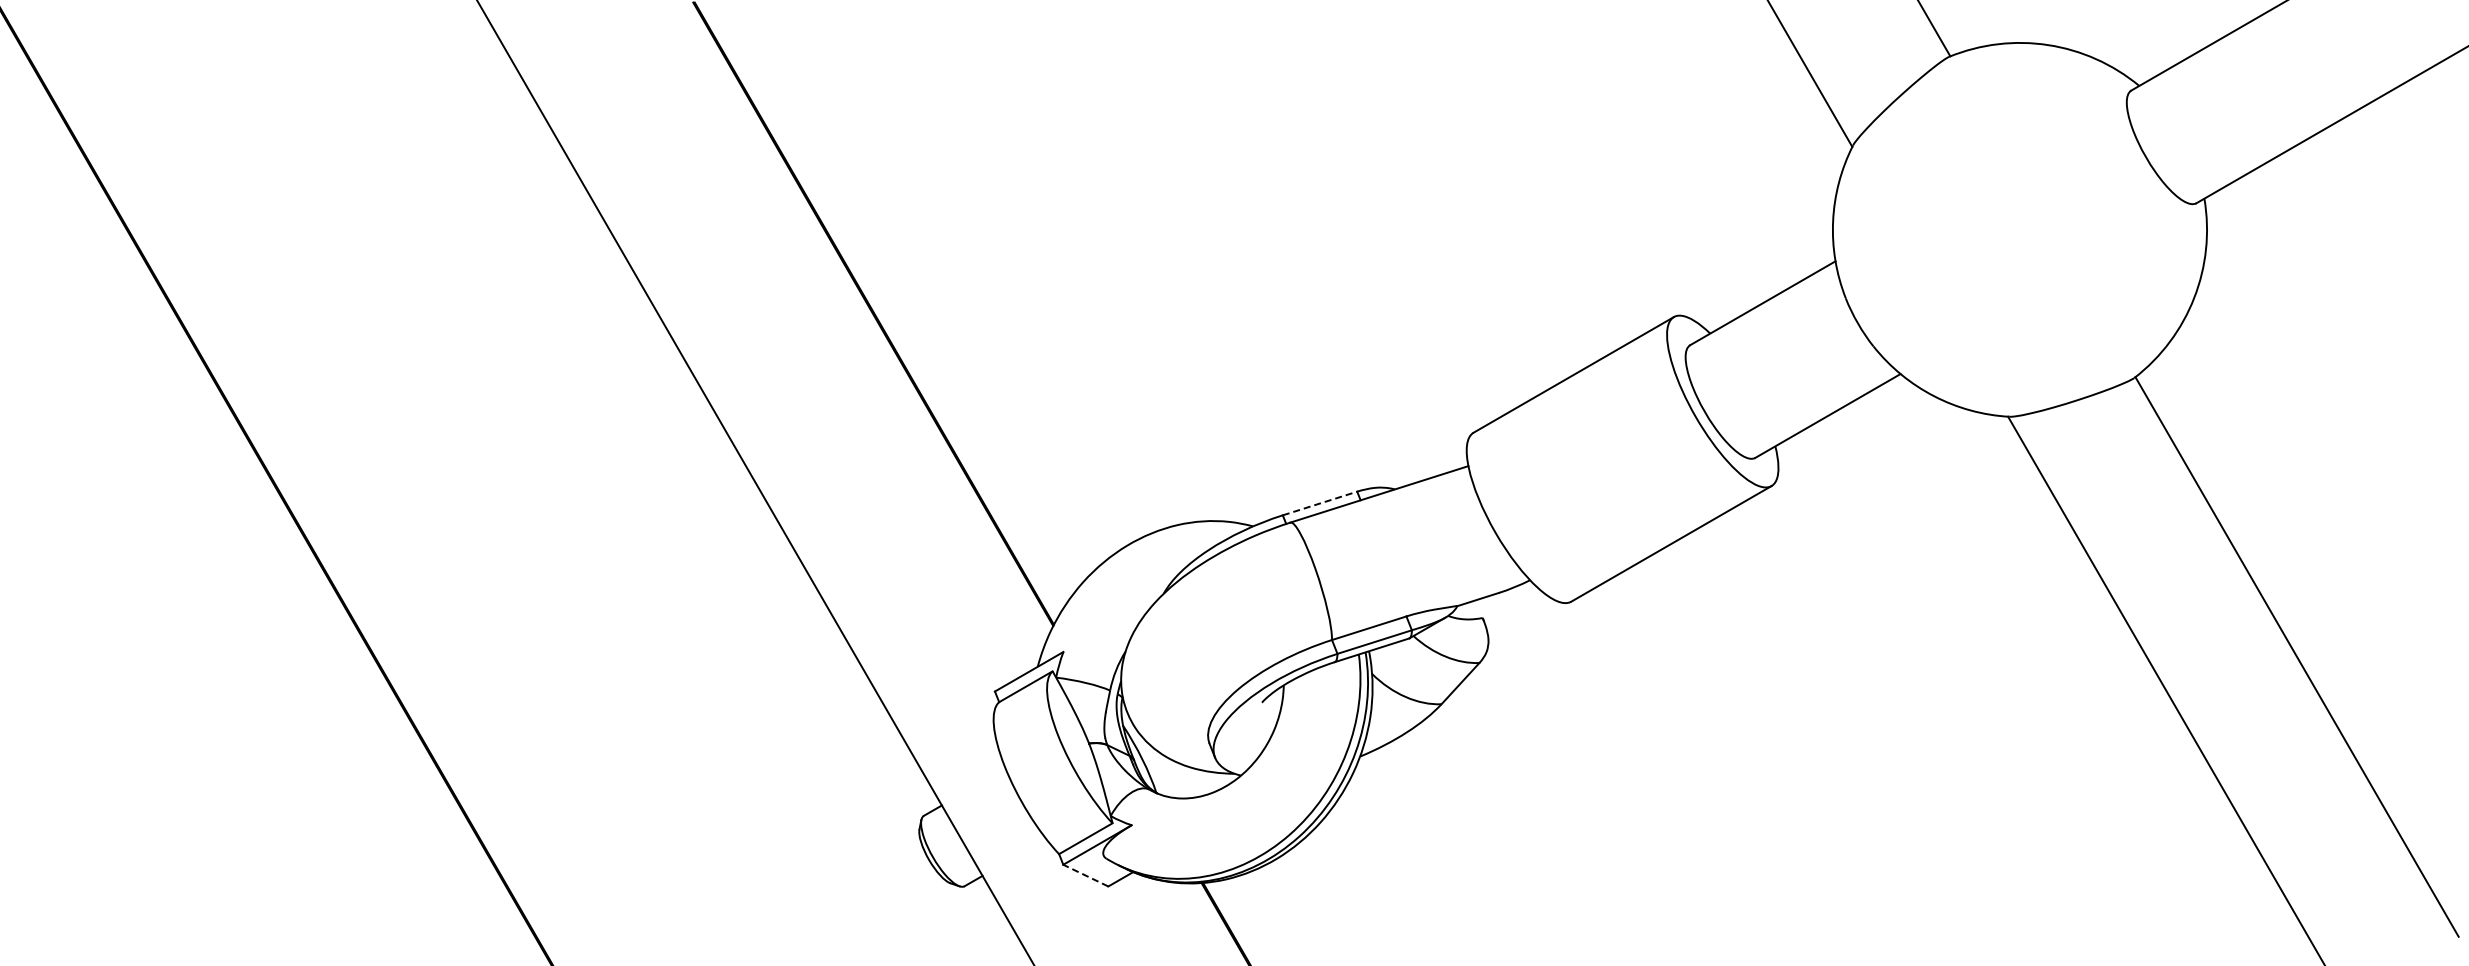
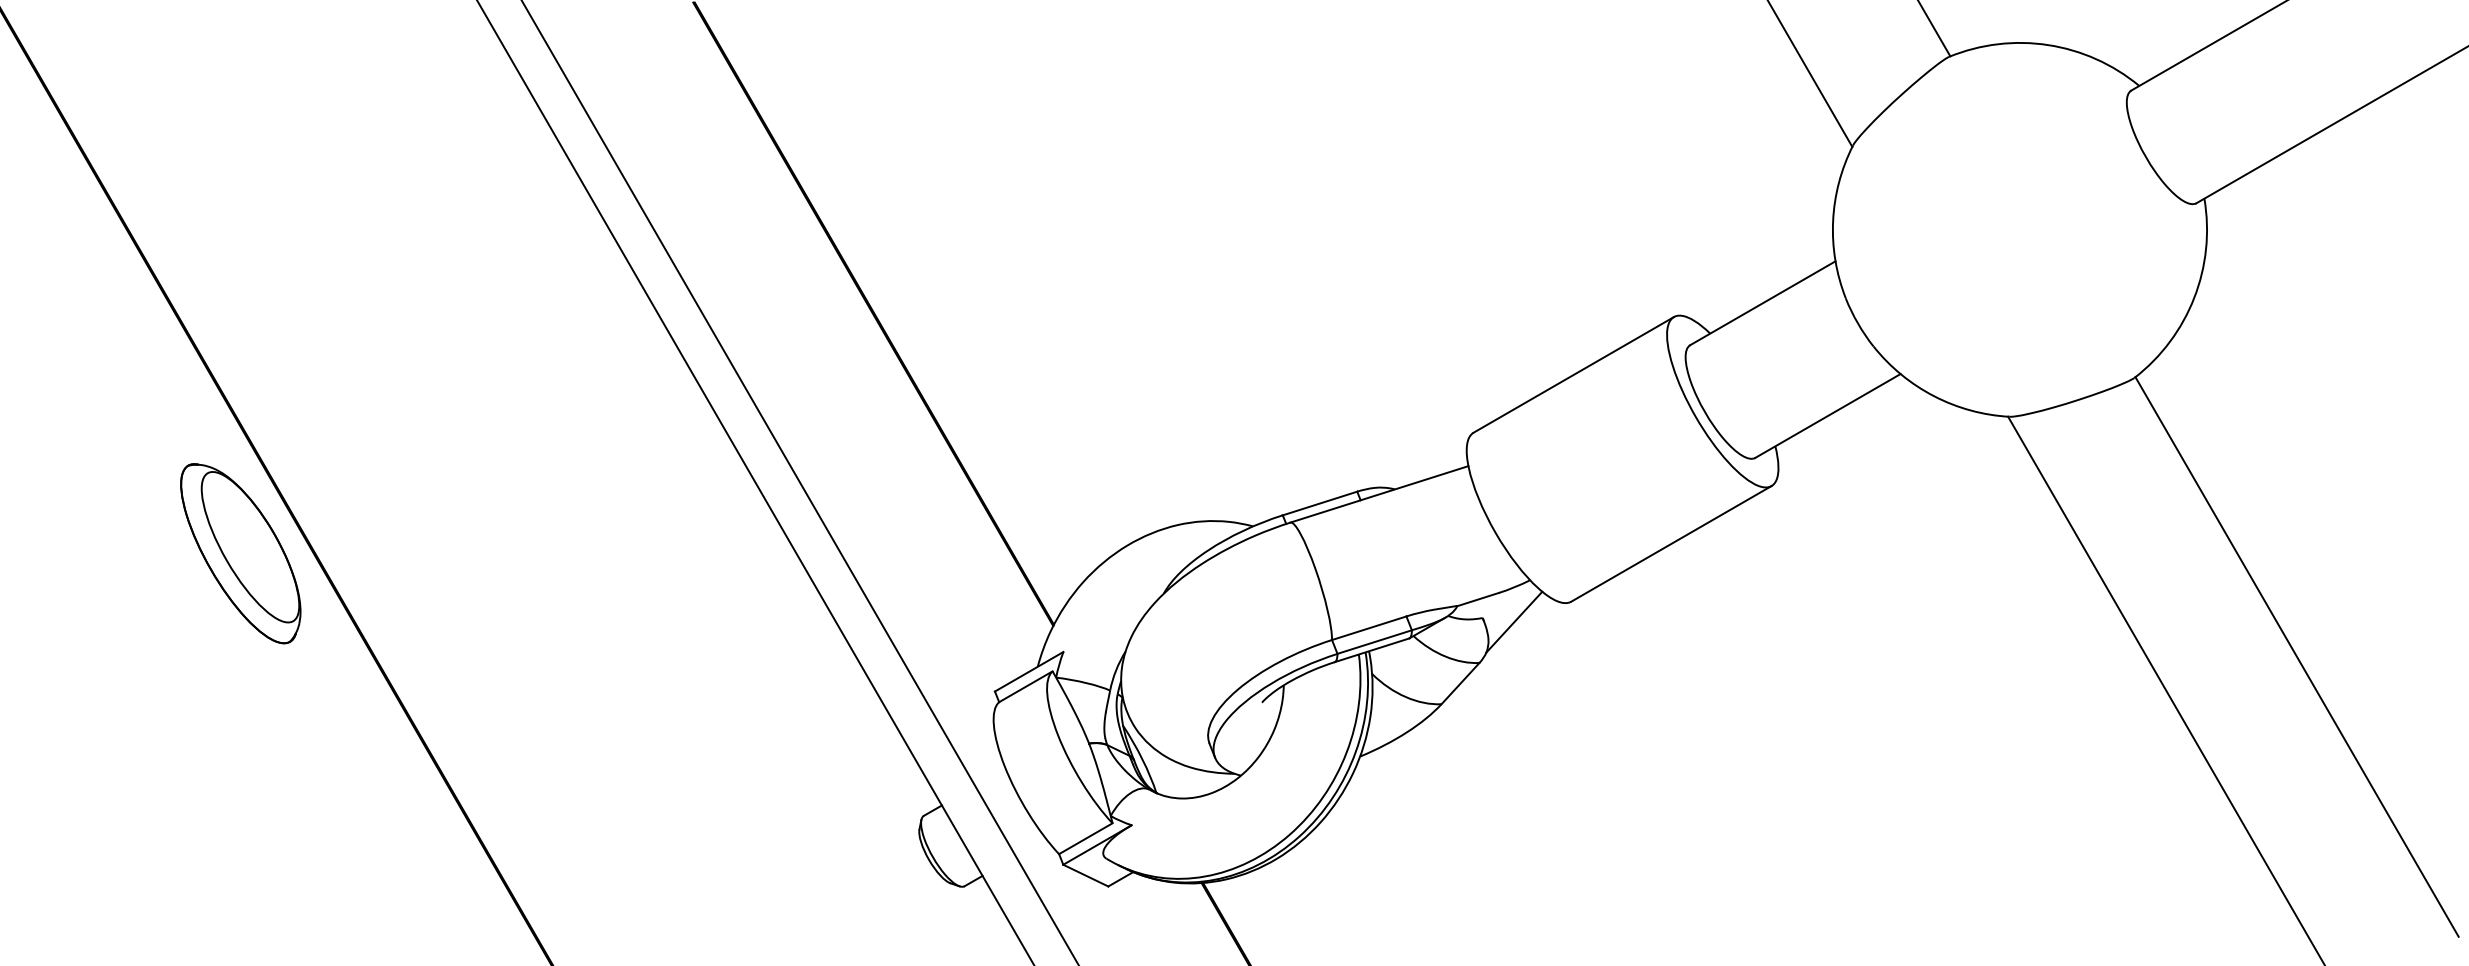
line at (800, 482): none -> present
line at (1320, 503): dashed -> solid
part at (240, 553): none -> present
line at (1514, 621): none -> present
line at (1085, 875): dashed -> solid
